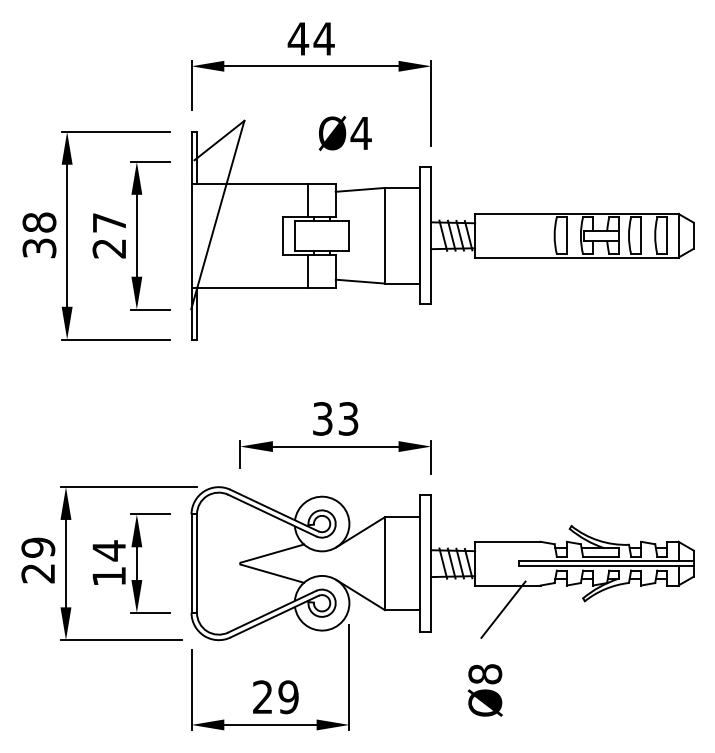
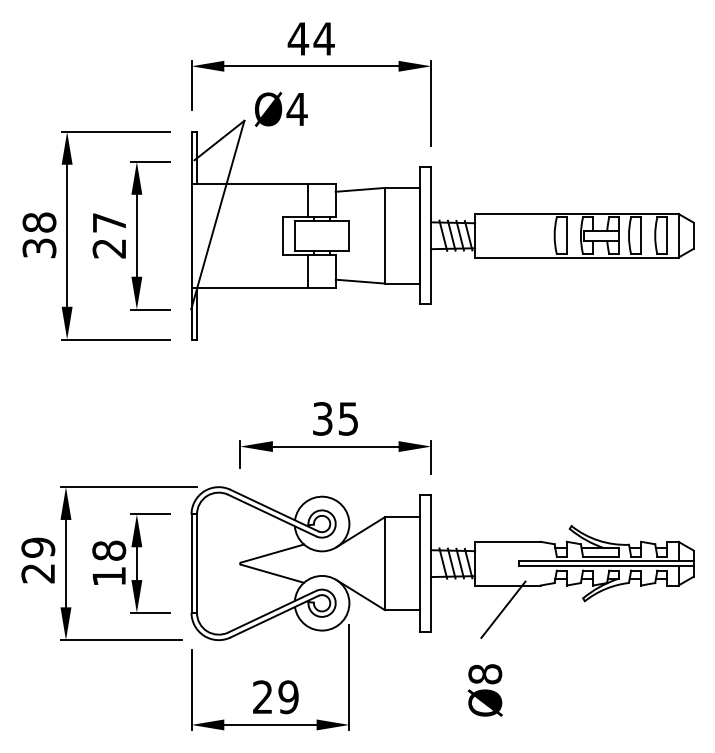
text at (344, 133) position: (344, 133) -> (280, 109)
text at (348, 418): 33 -> 35
text at (109, 550): 14 -> 18
